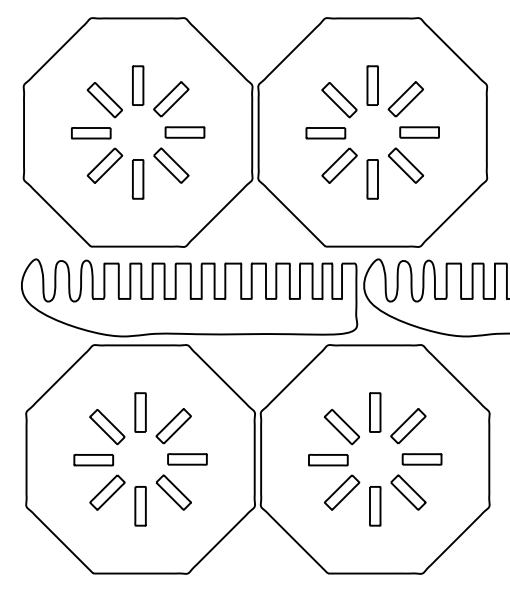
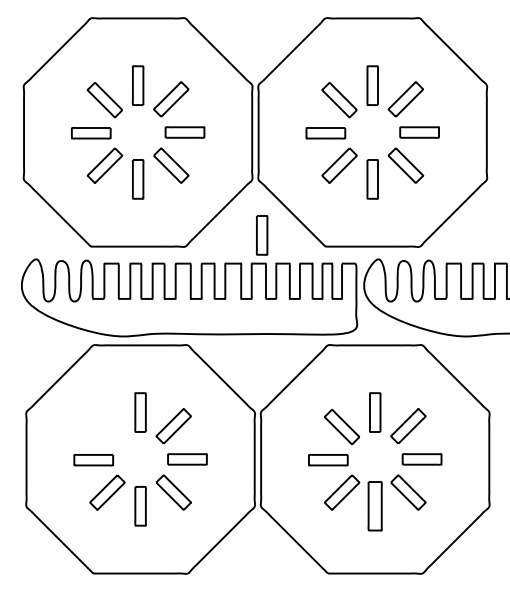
part at (261, 235): none -> present
part at (107, 427): present -> none
part at (375, 506) size: 13x41 px -> 16x51 px
